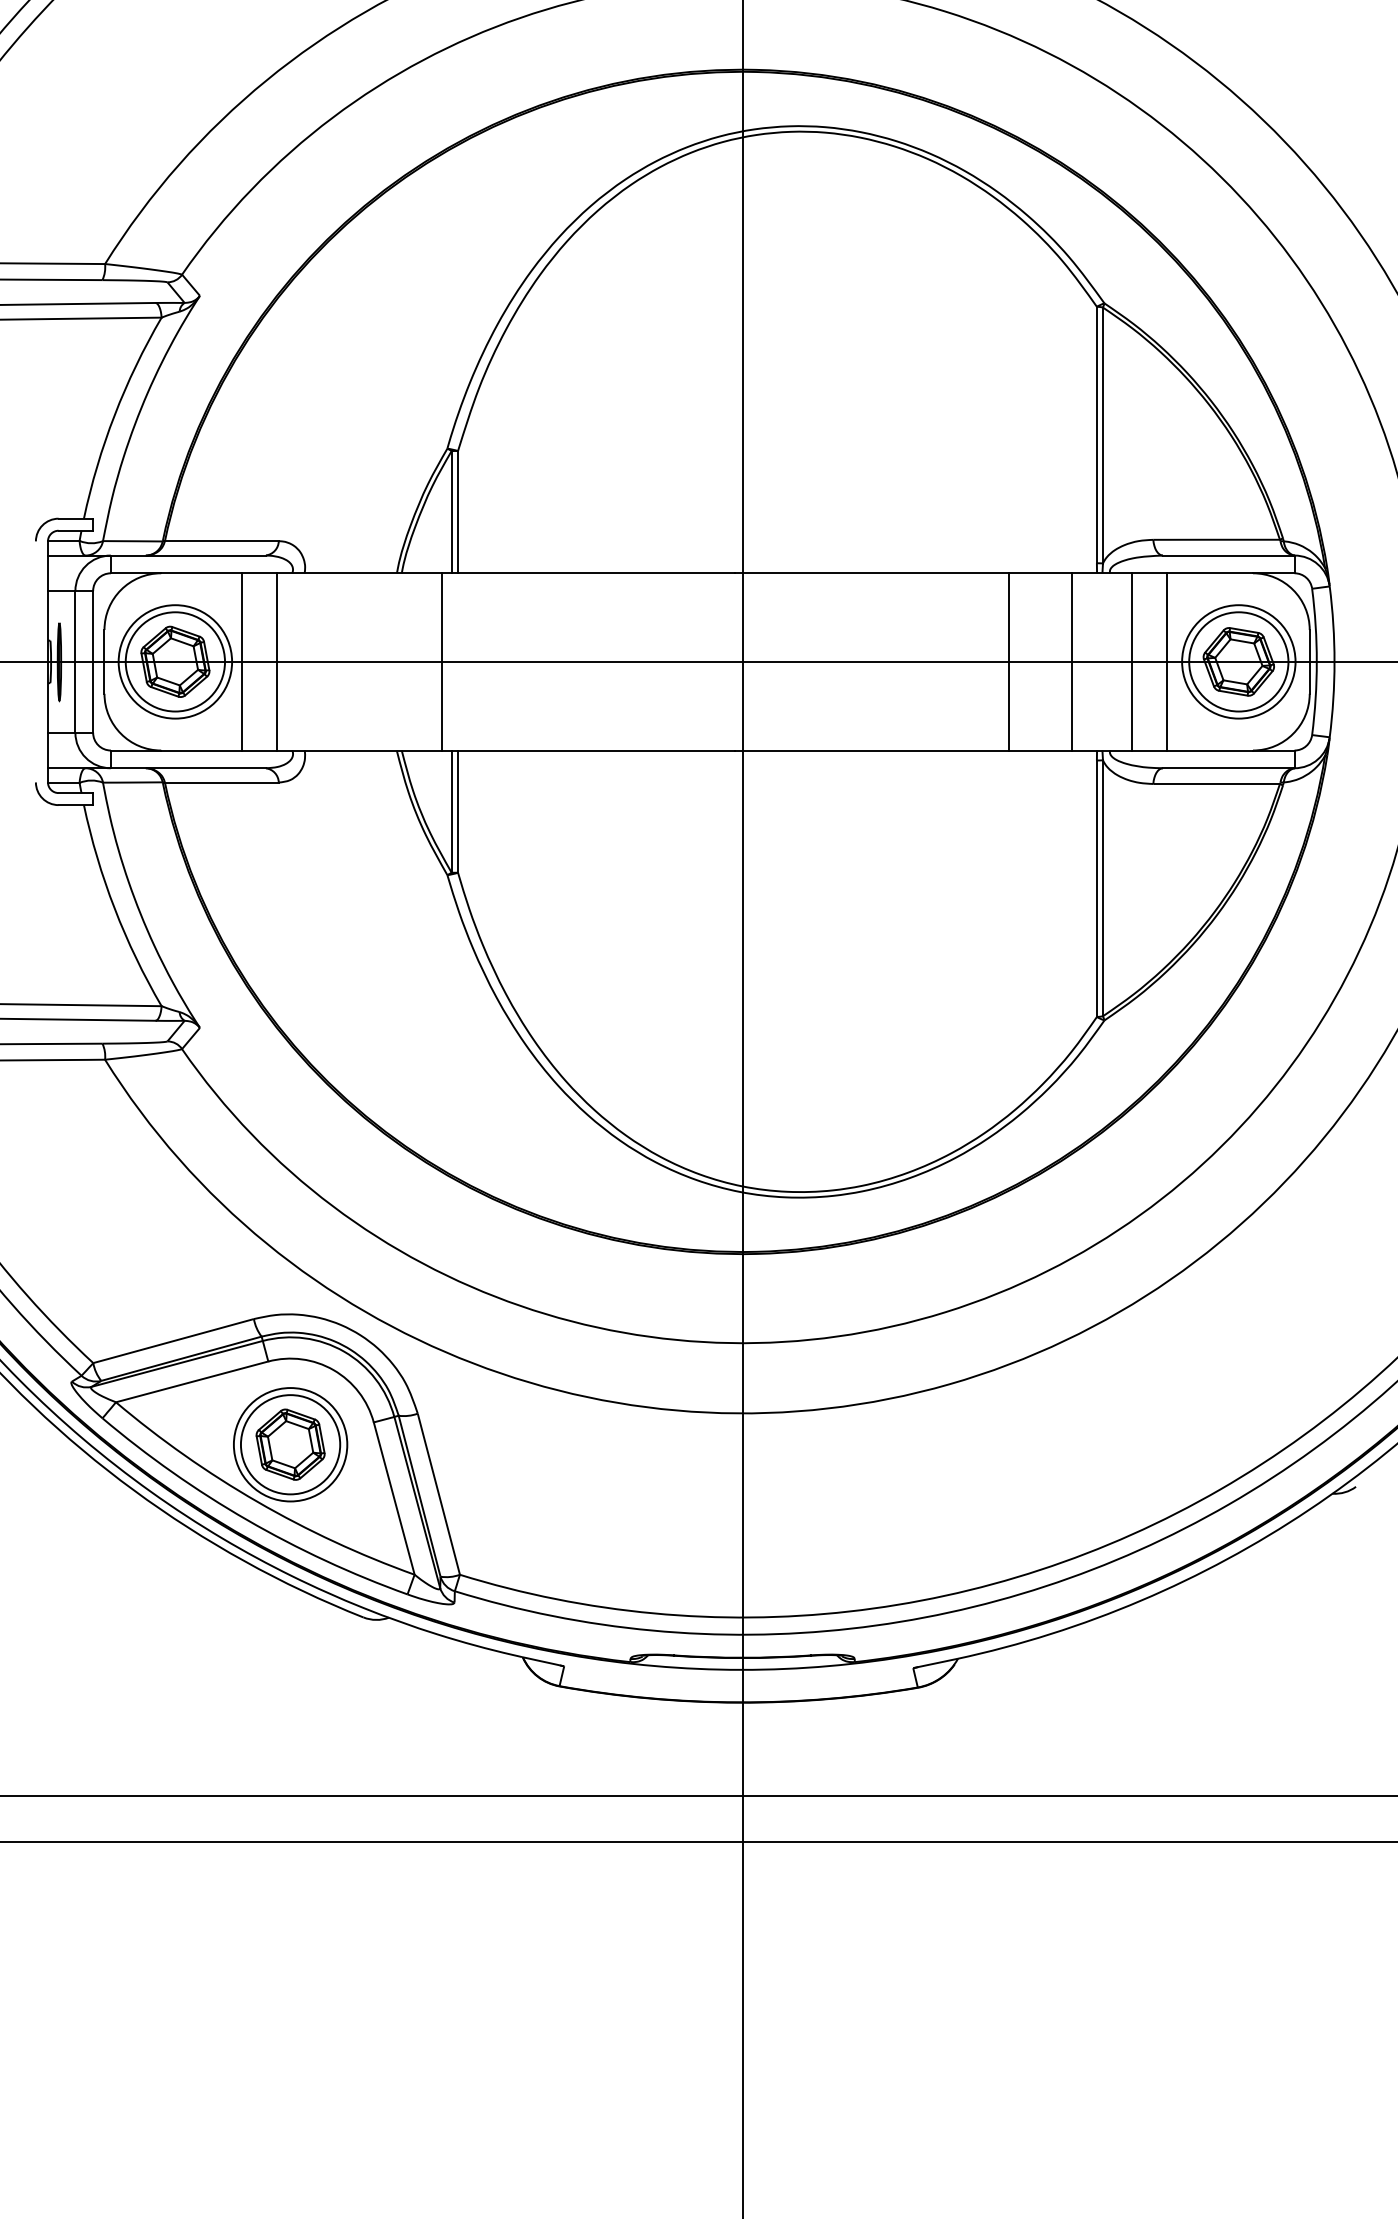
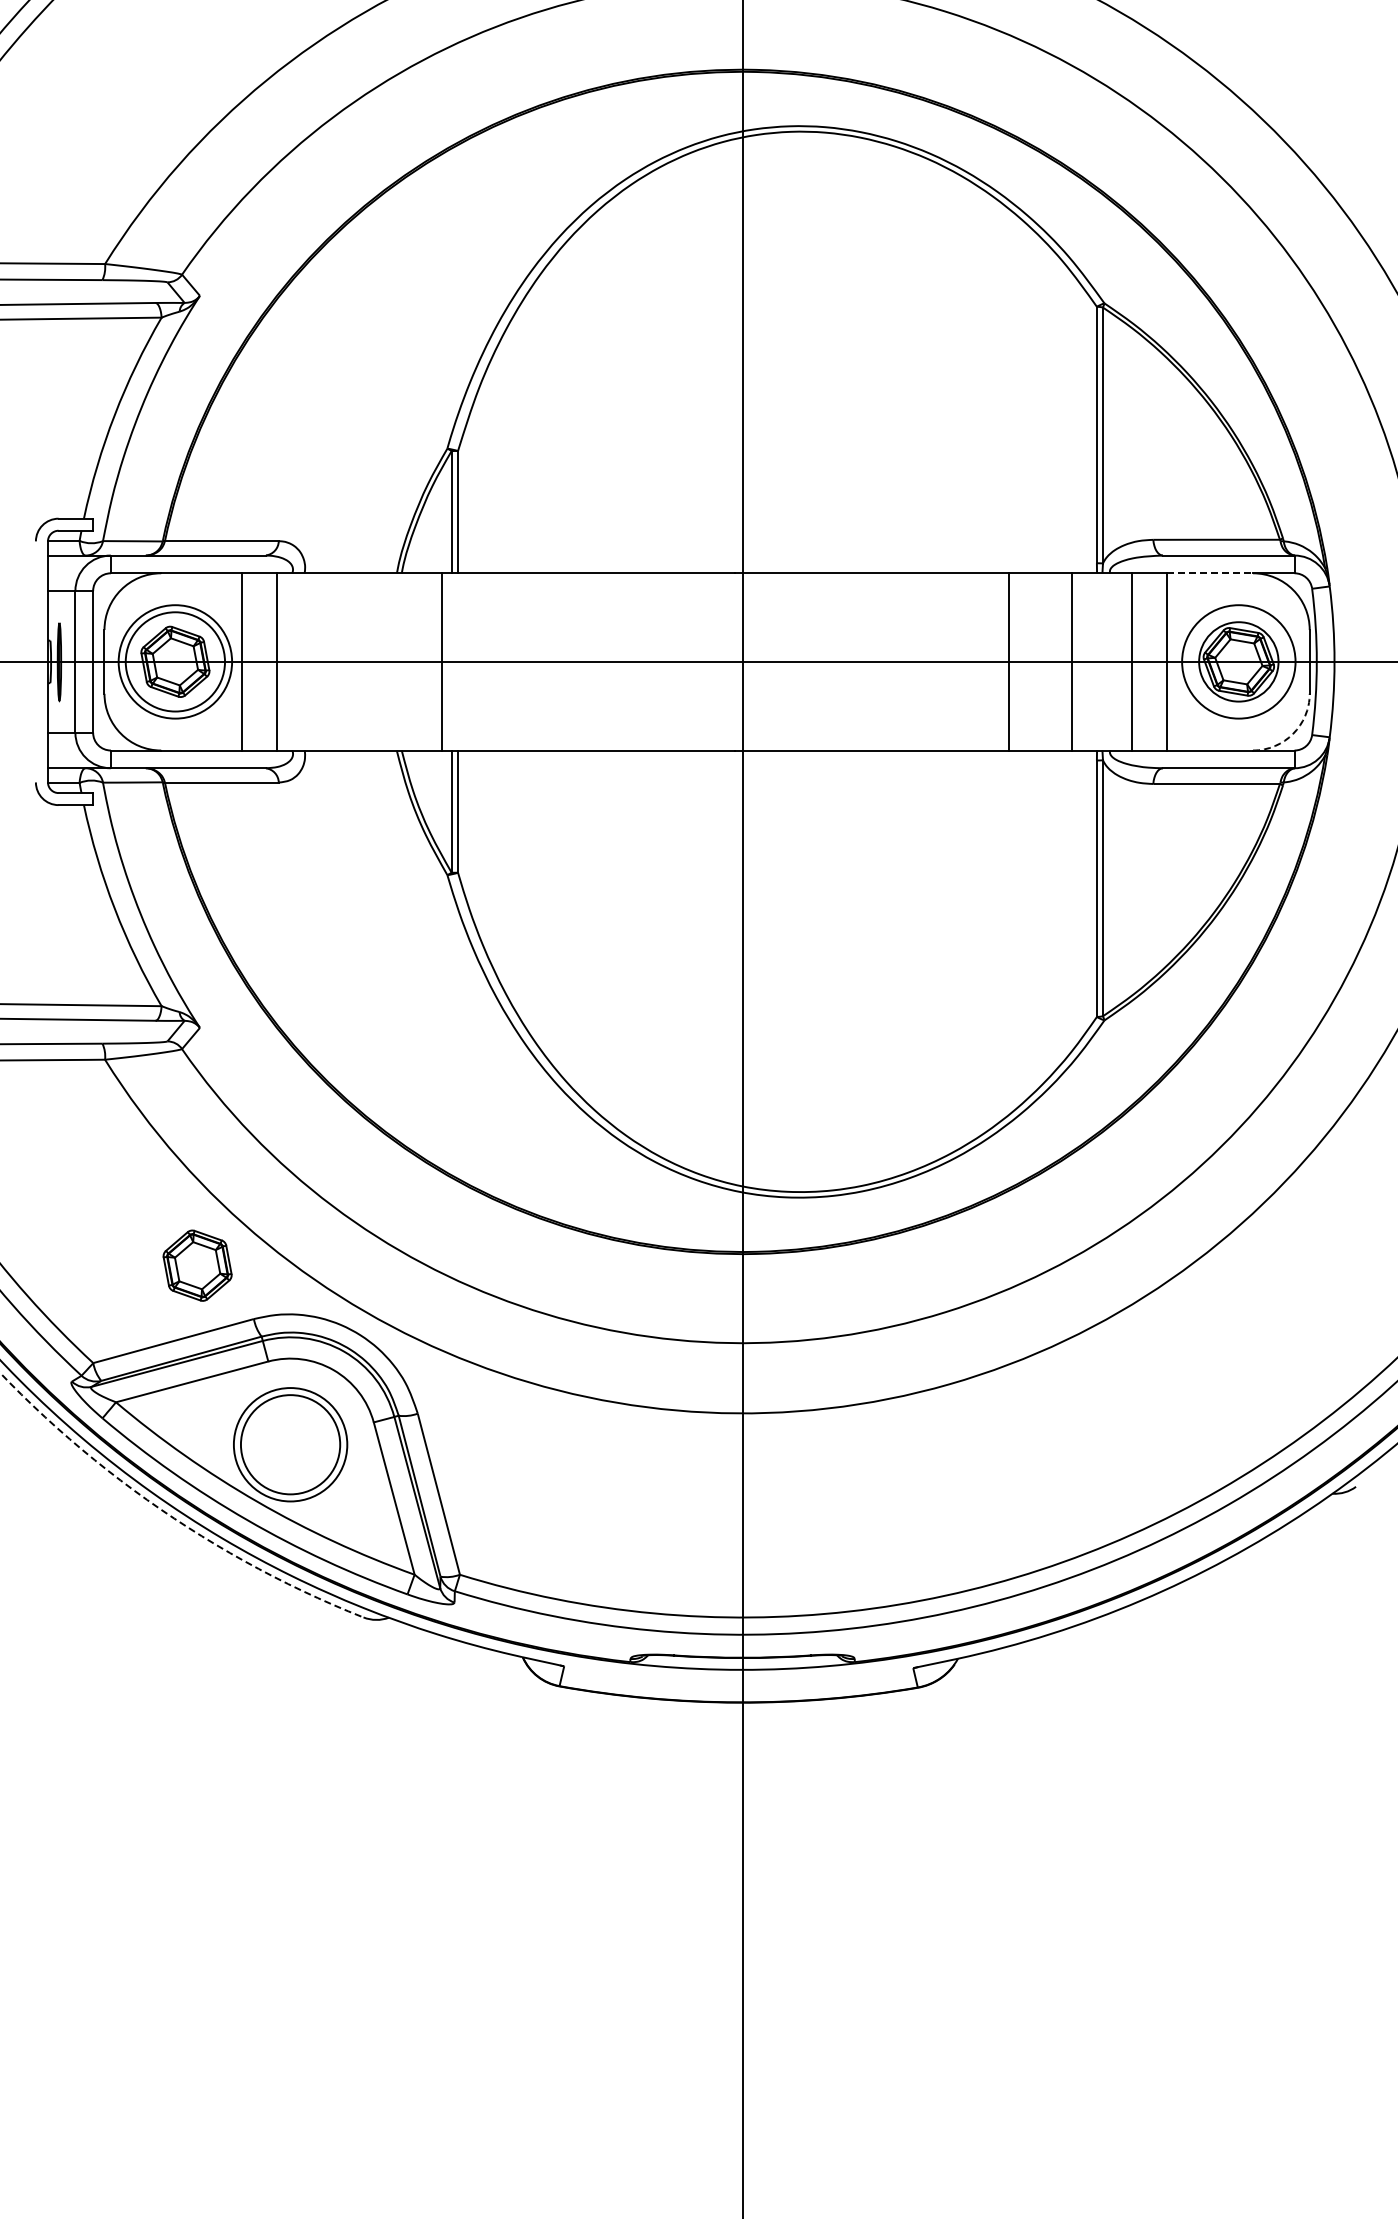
line at (1210, 573): solid -> dashed
circle at (1238, 661) diameter: 99 px -> 79 px
arc at (1293, 733): solid -> dashed
part at (290, 1444) position: (290, 1444) -> (197, 1265)
arc at (168, 1514): solid -> dashed
line at (698, 1796): present -> none
line at (698, 1842): present -> none
